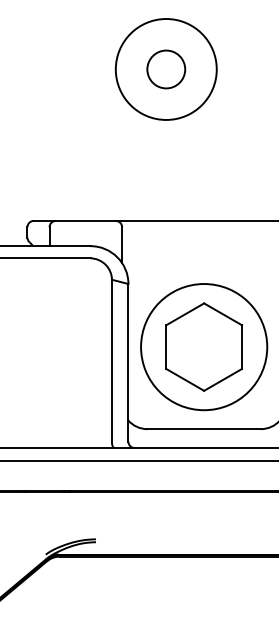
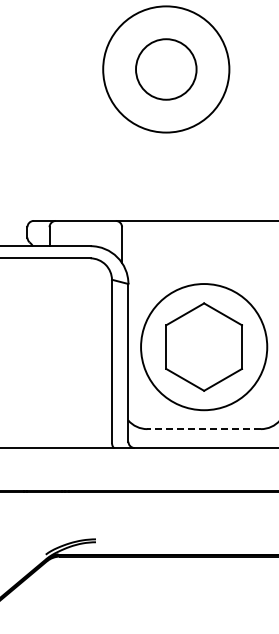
circle at (165, 69) diameter: 101 px -> 126 px
circle at (166, 69) diameter: 38 px -> 61 px
line at (204, 429): solid -> dashed
line at (138, 460): present -> none
